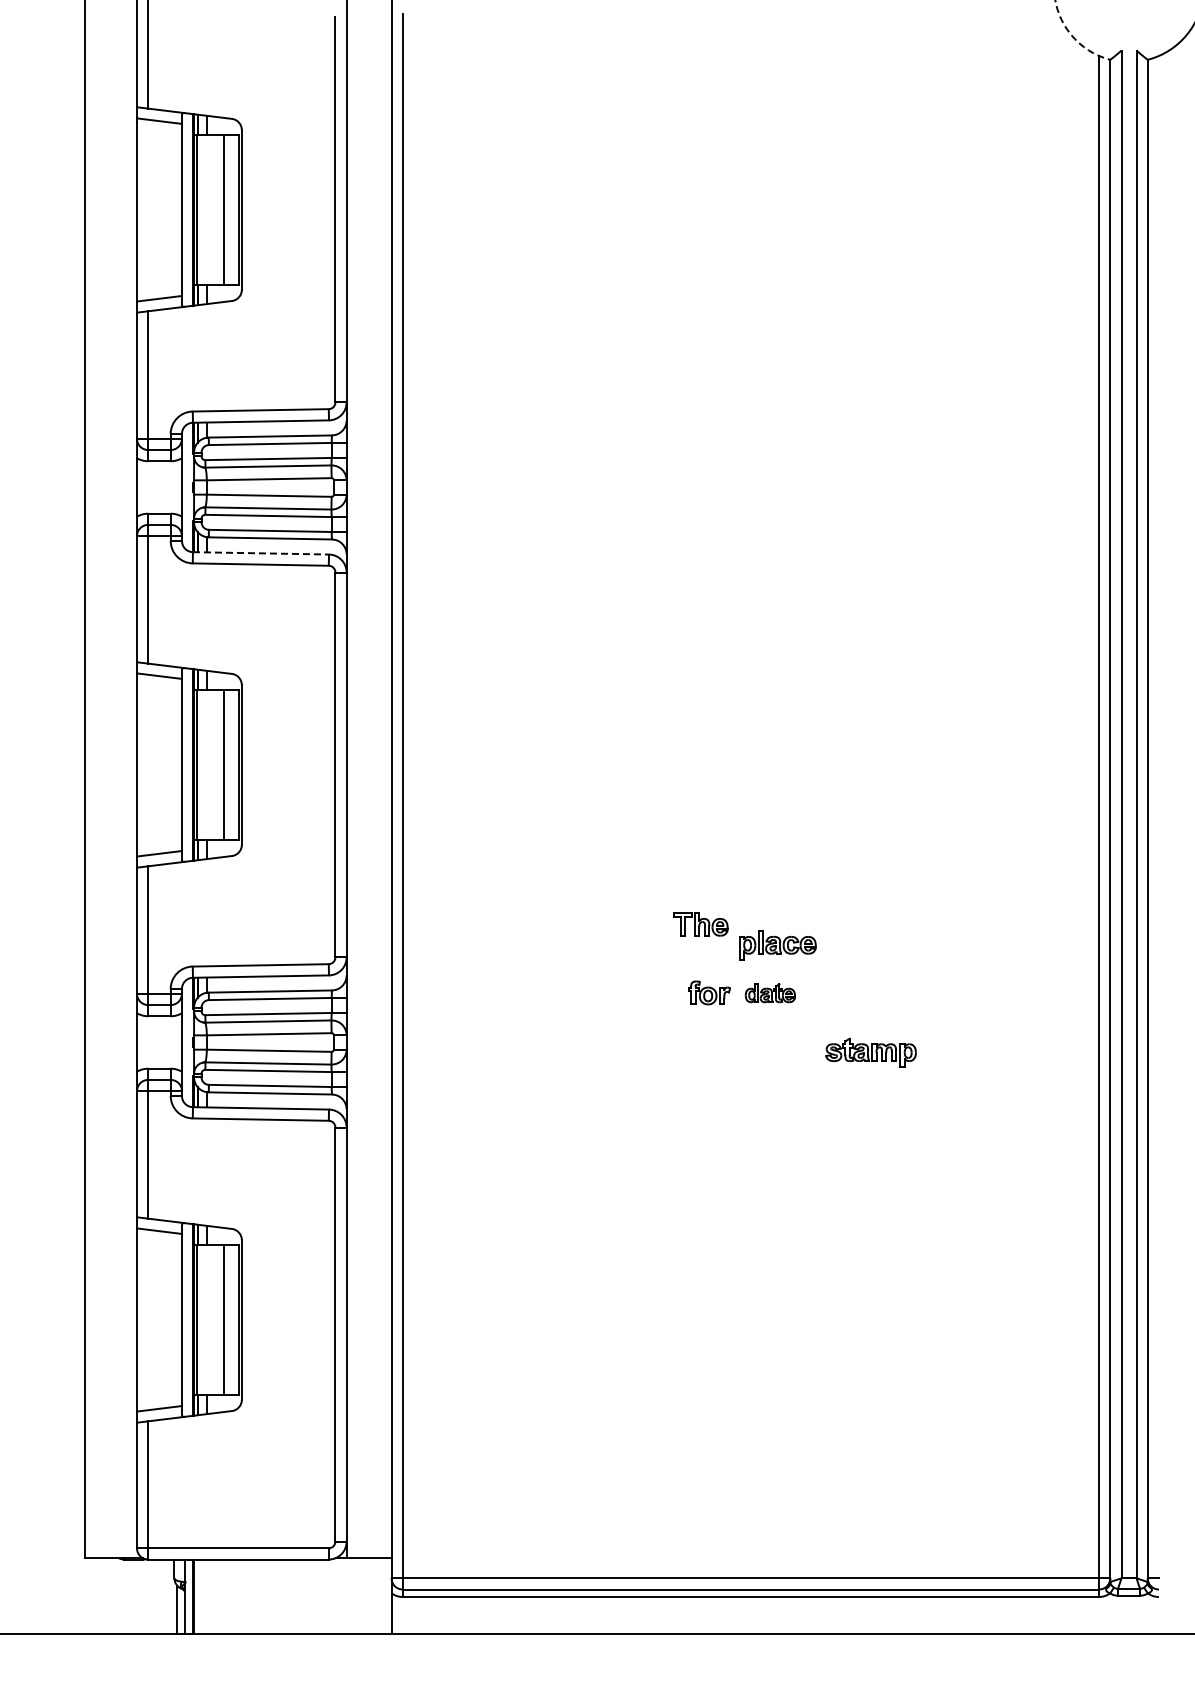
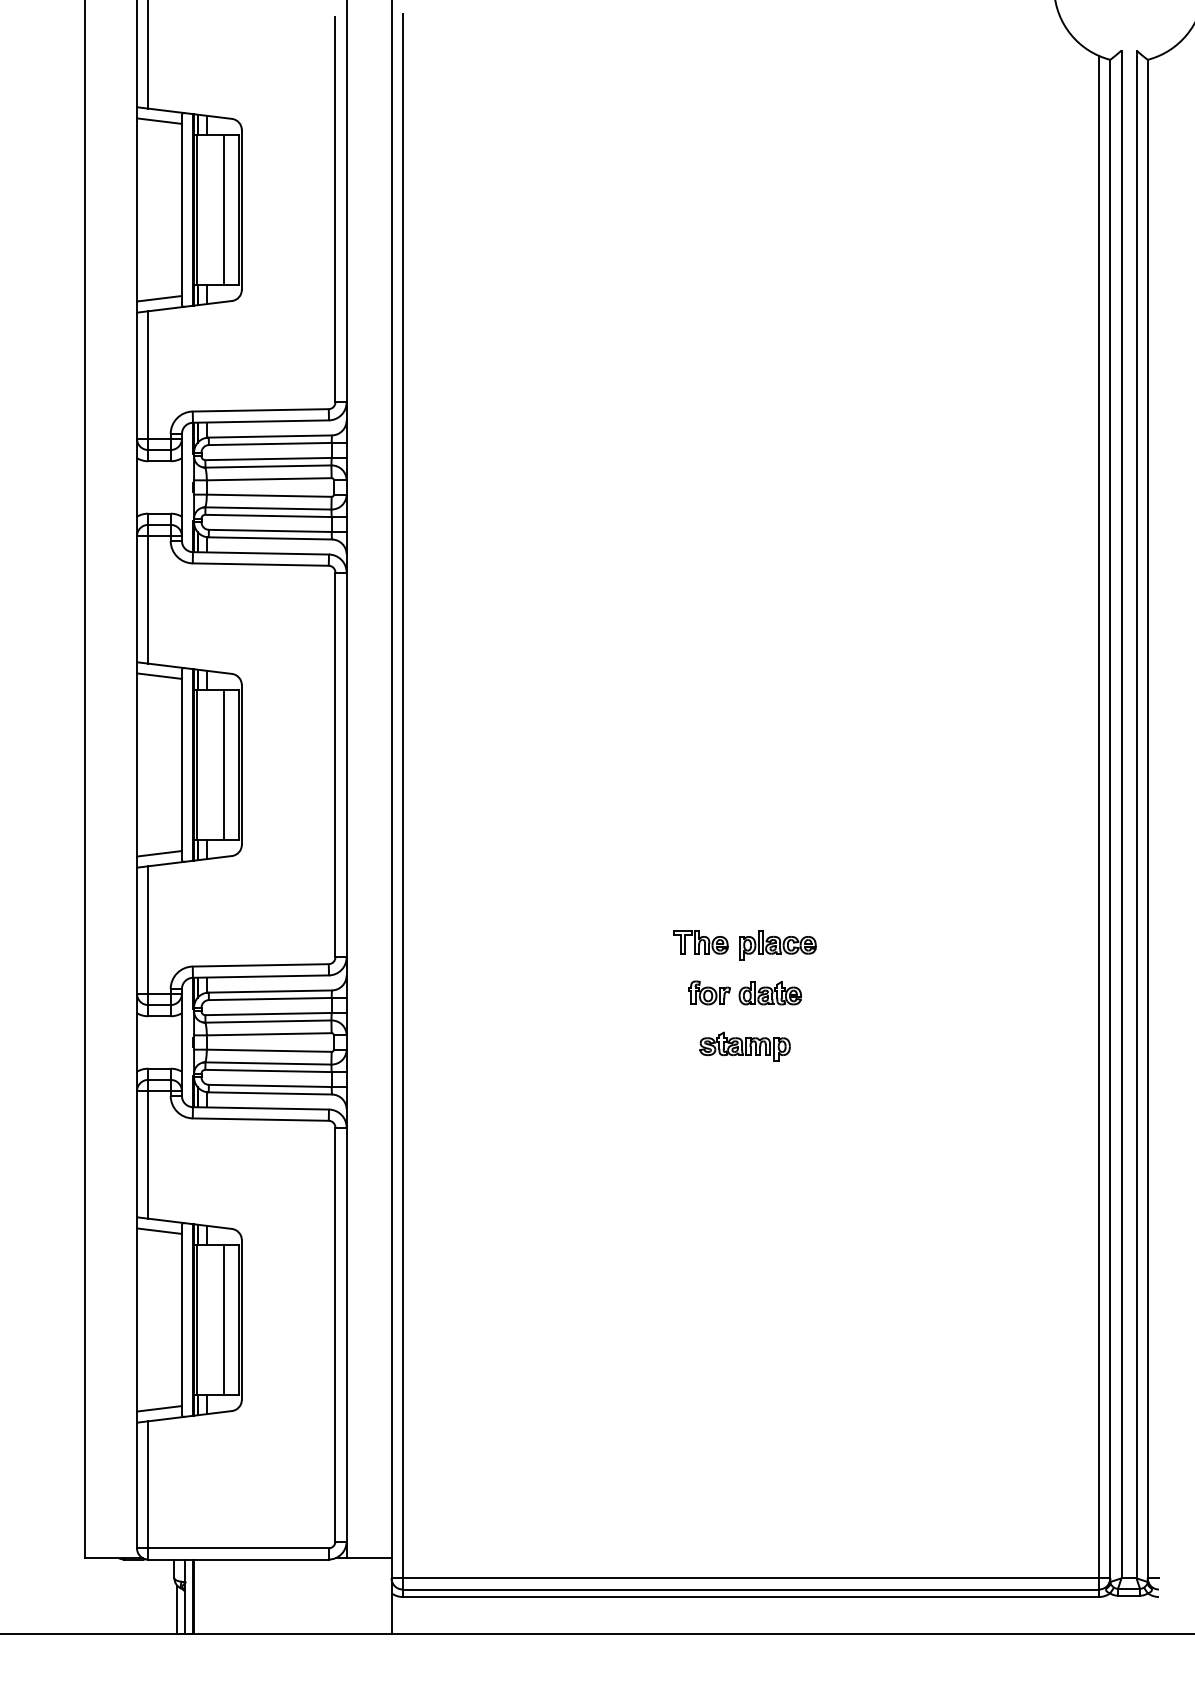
arc at (1074, 39): dashed -> solid
line at (261, 553): dashed -> solid
part at (700, 924) position: (700, 924) -> (700, 942)
part at (769, 993) size: 52x21 px -> 65x25 px
part at (870, 1052) position: (870, 1052) -> (744, 1046)
